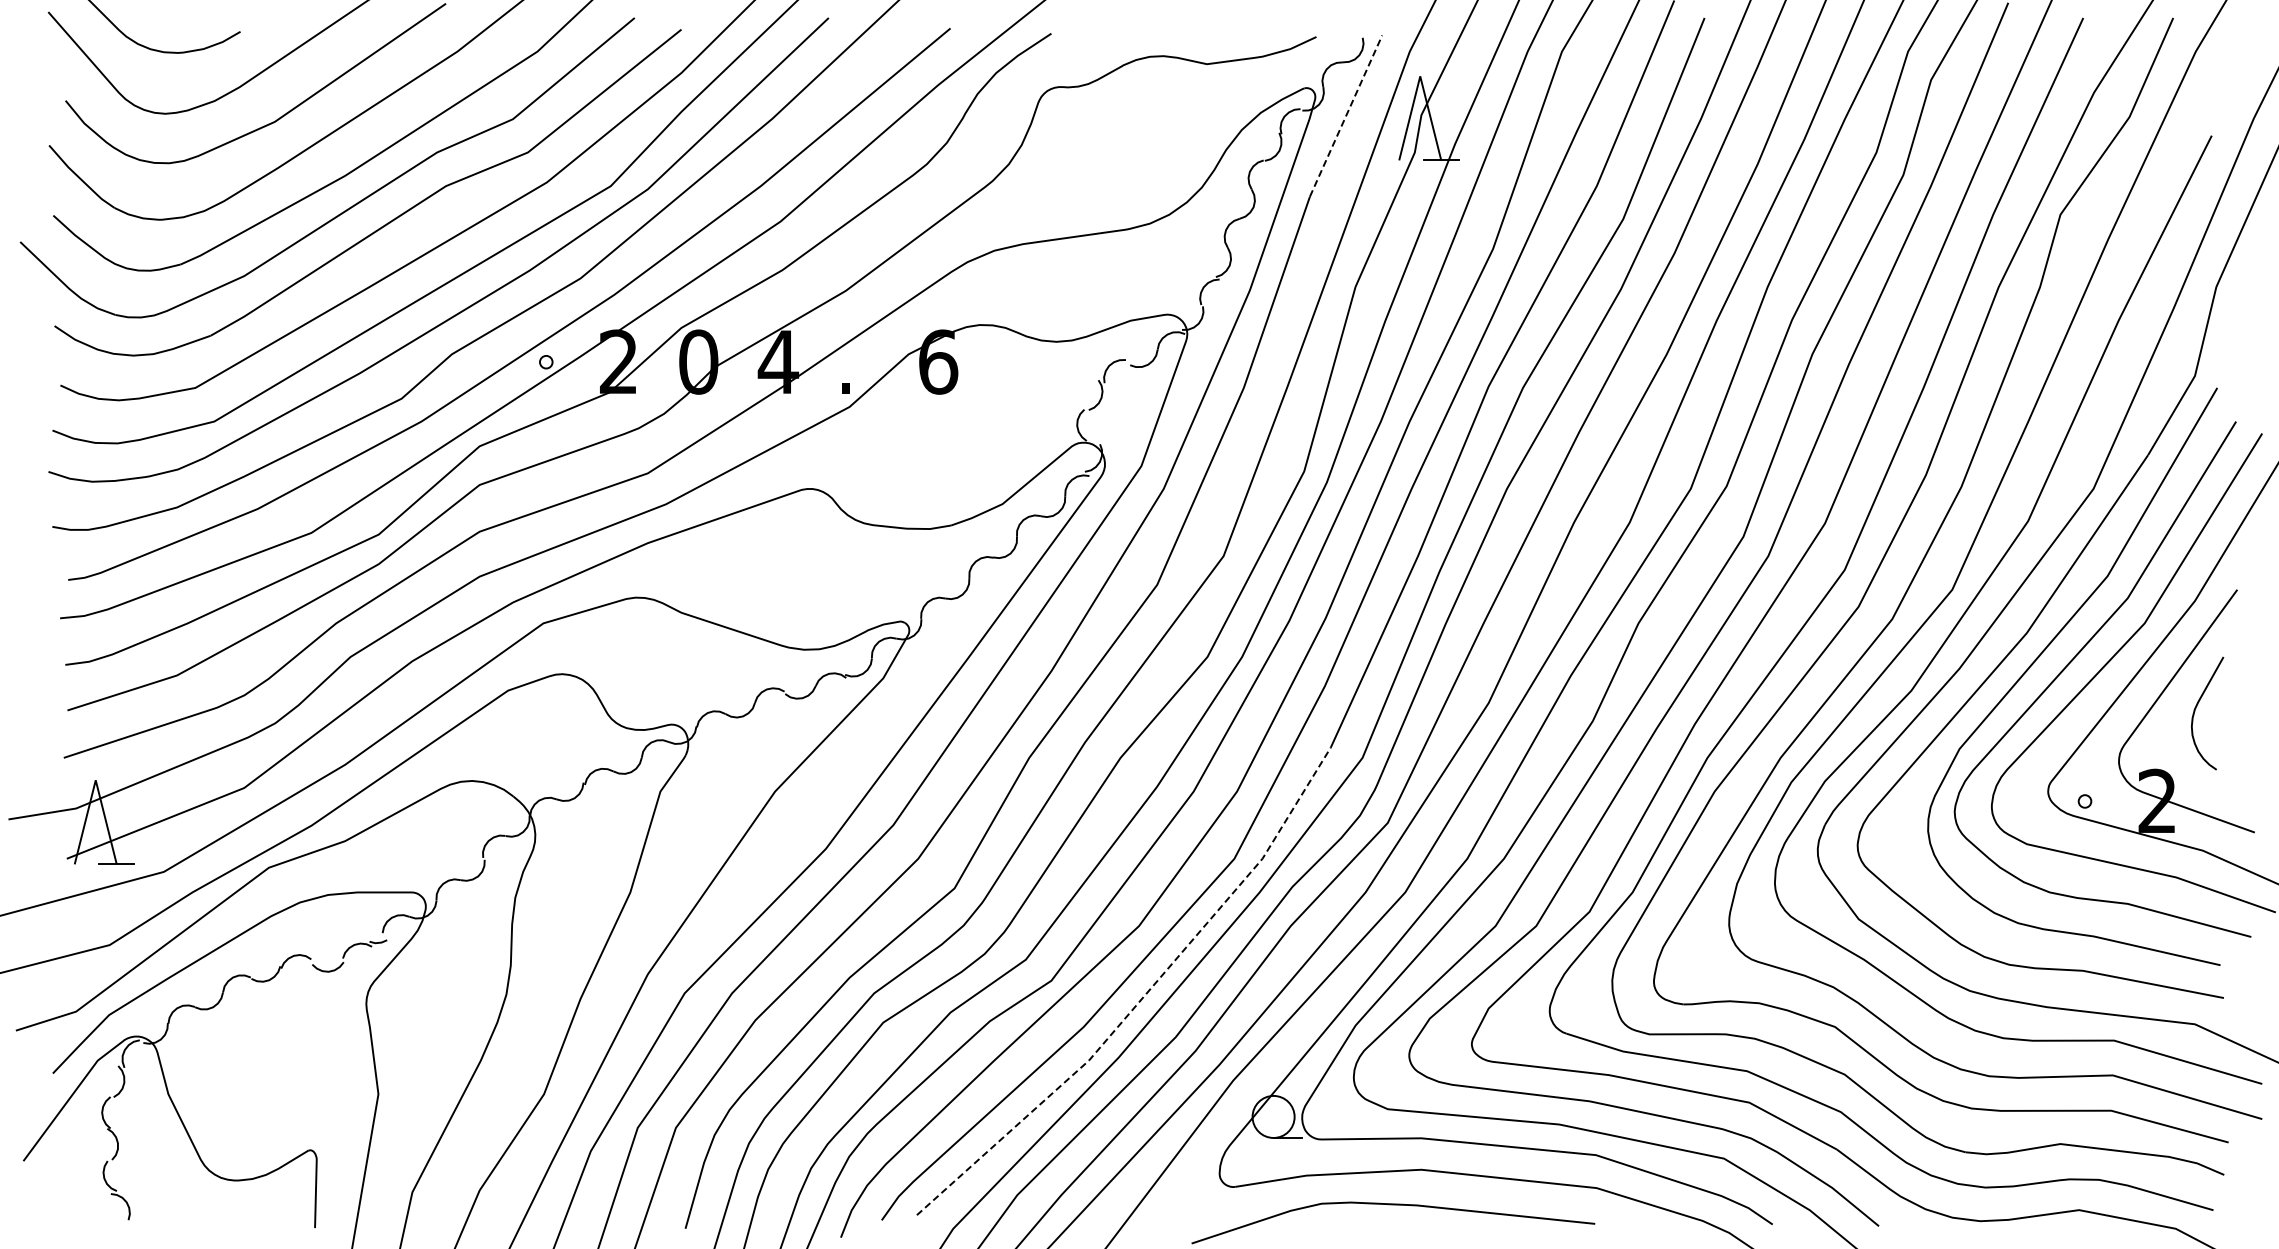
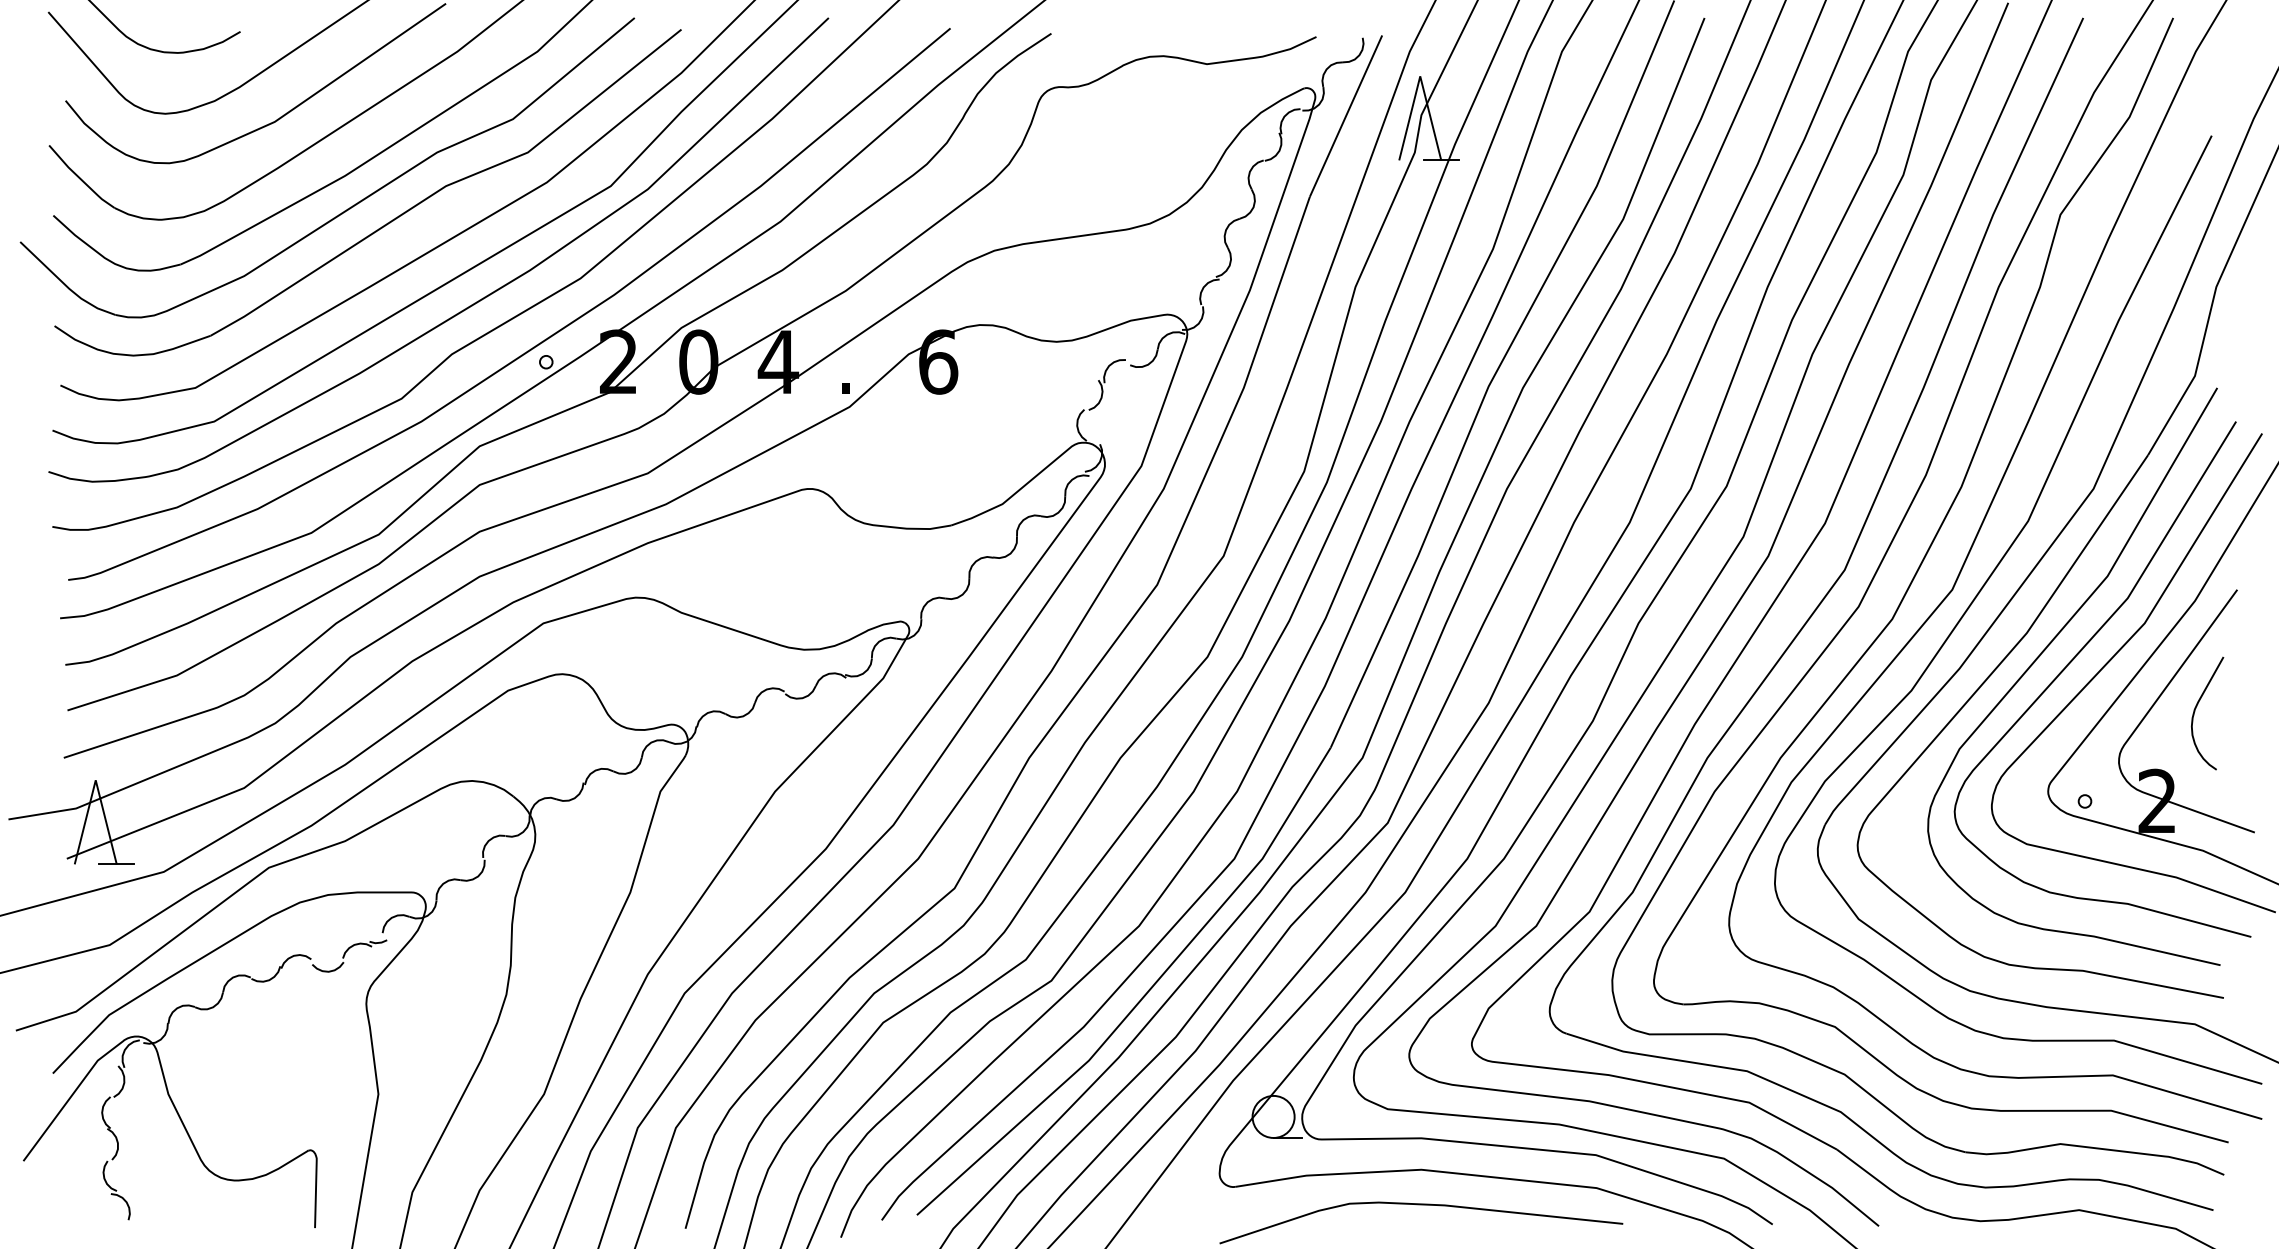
line at (1346, 115): dashed -> solid
line at (1142, 997): dashed -> solid
curve at (1393, 1205) position: (1393, 1205) -> (1421, 1205)
